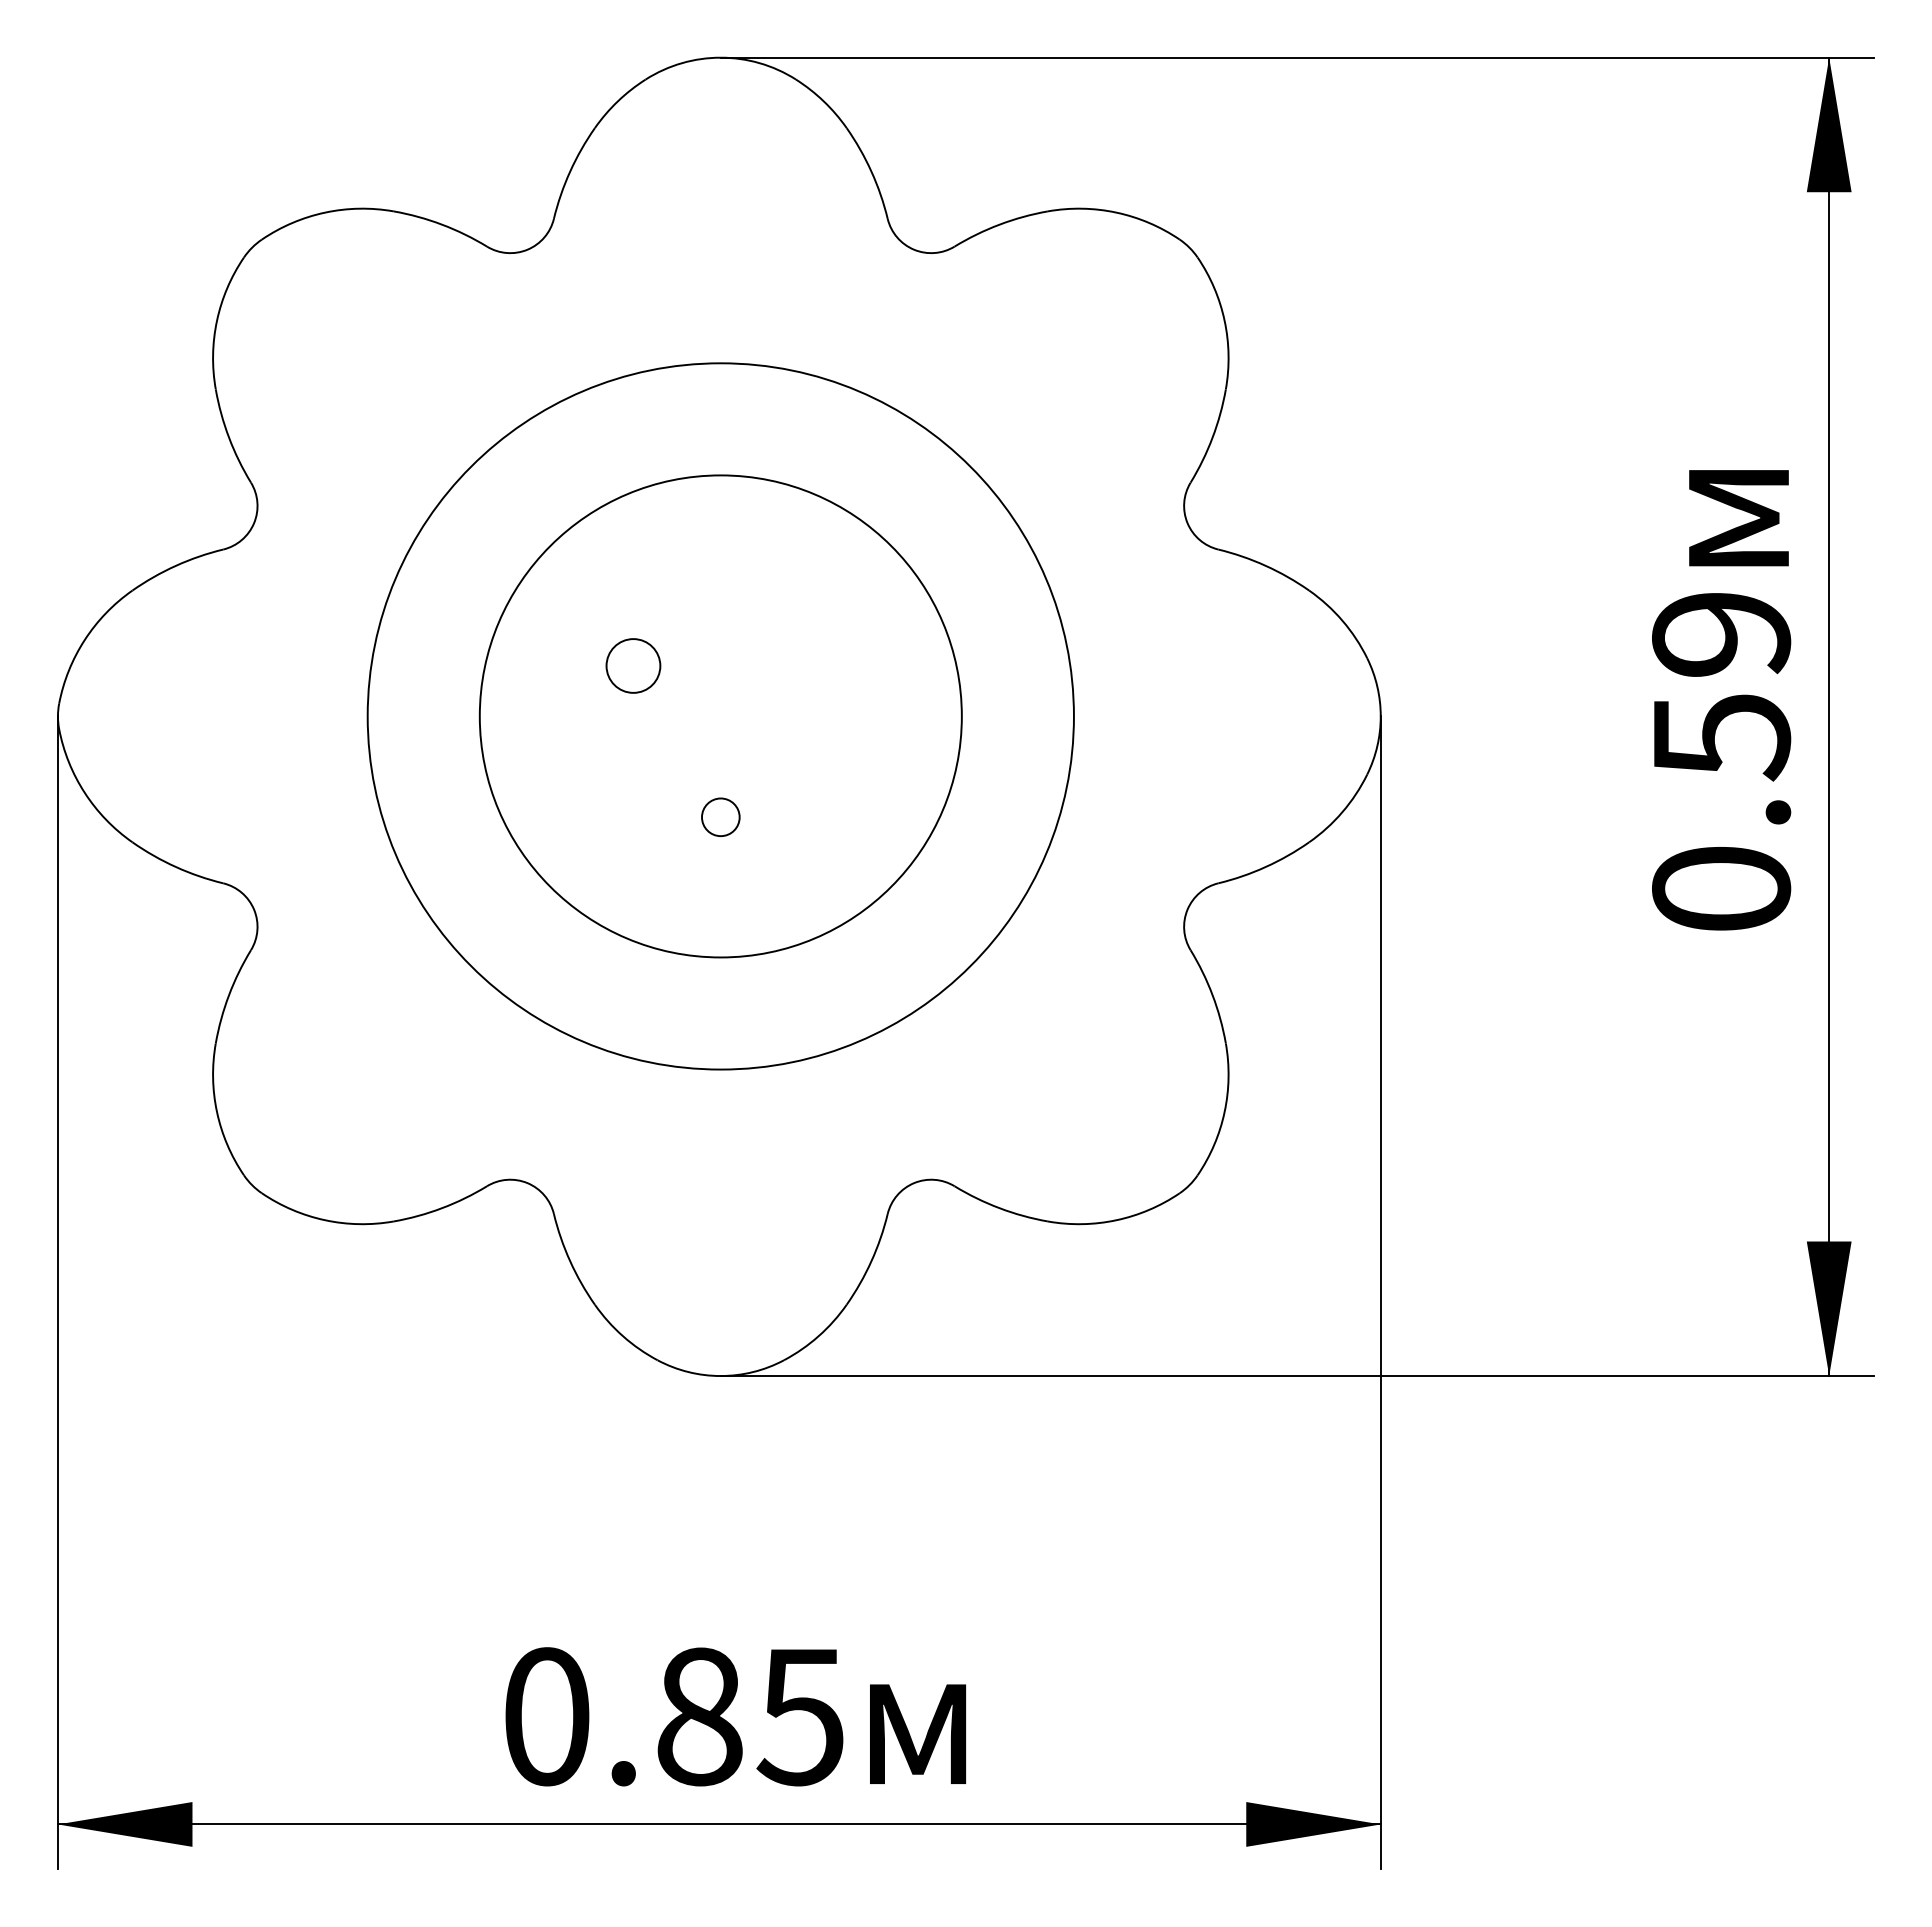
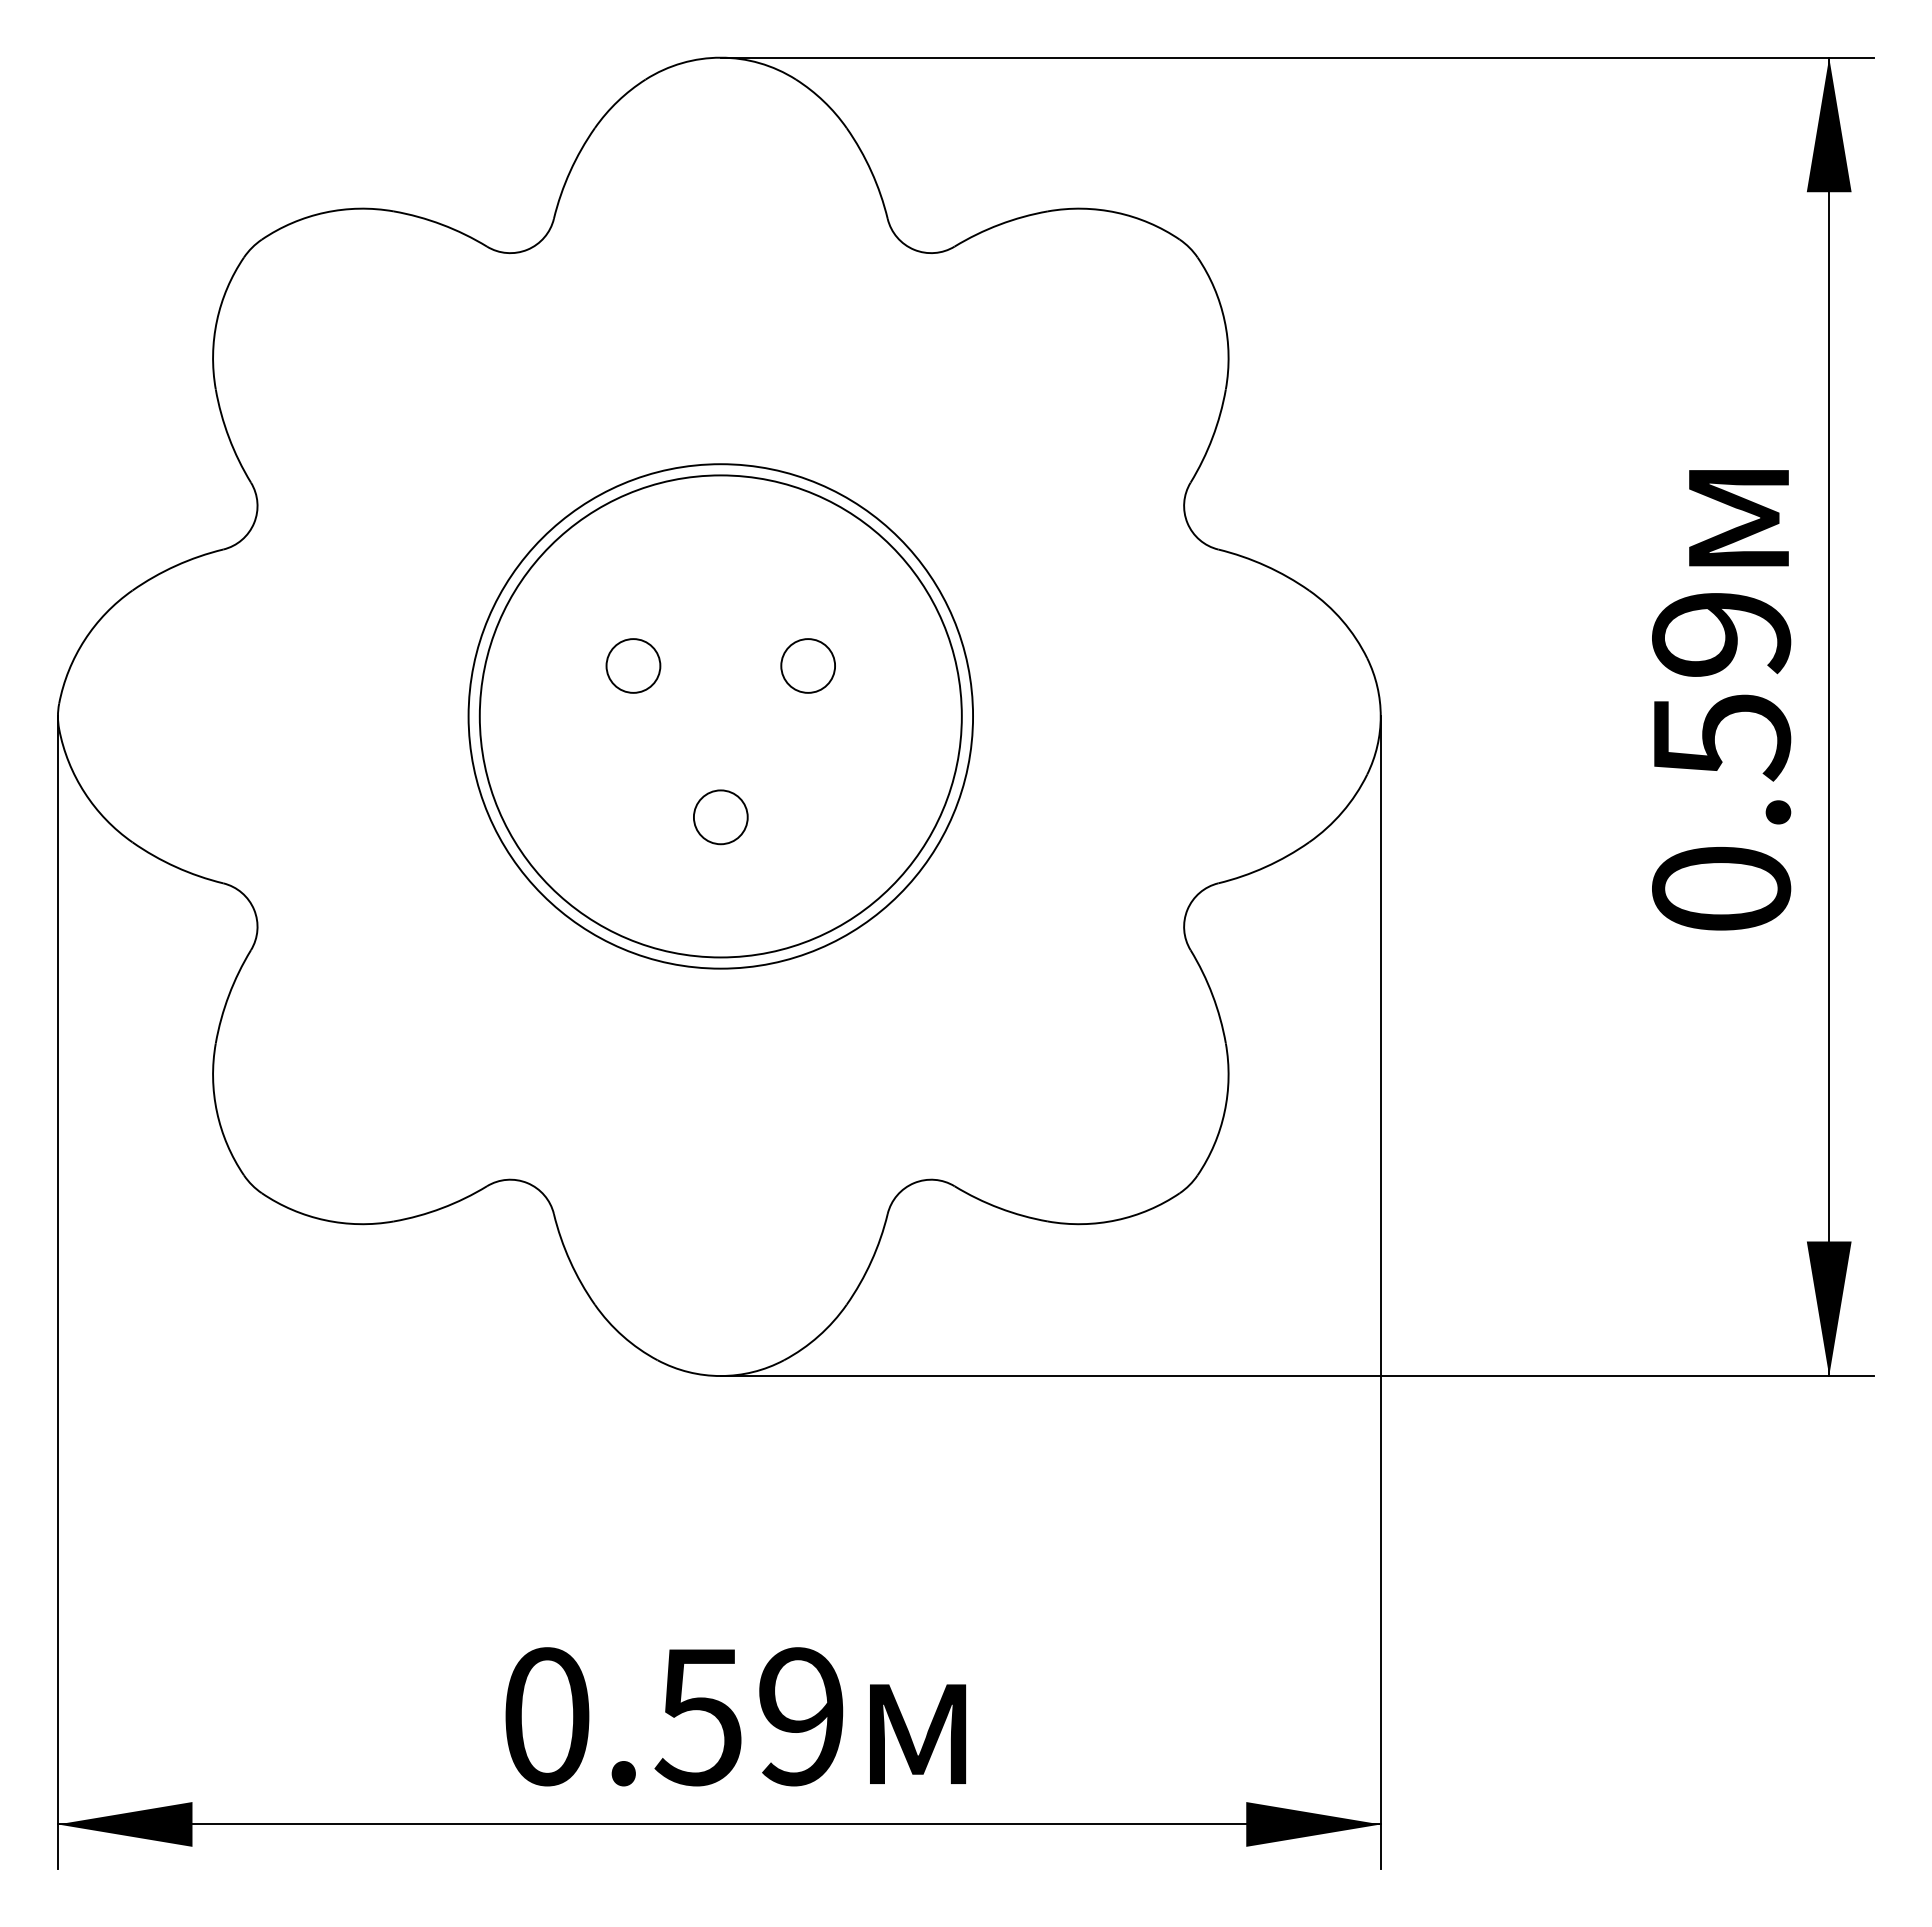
circle at (807, 665): none -> present
circle at (720, 716) diameter: 706 px -> 504 px
circle at (720, 817) diameter: 38 px -> 54 px
text at (748, 1716): 0.85 -> 0.59
